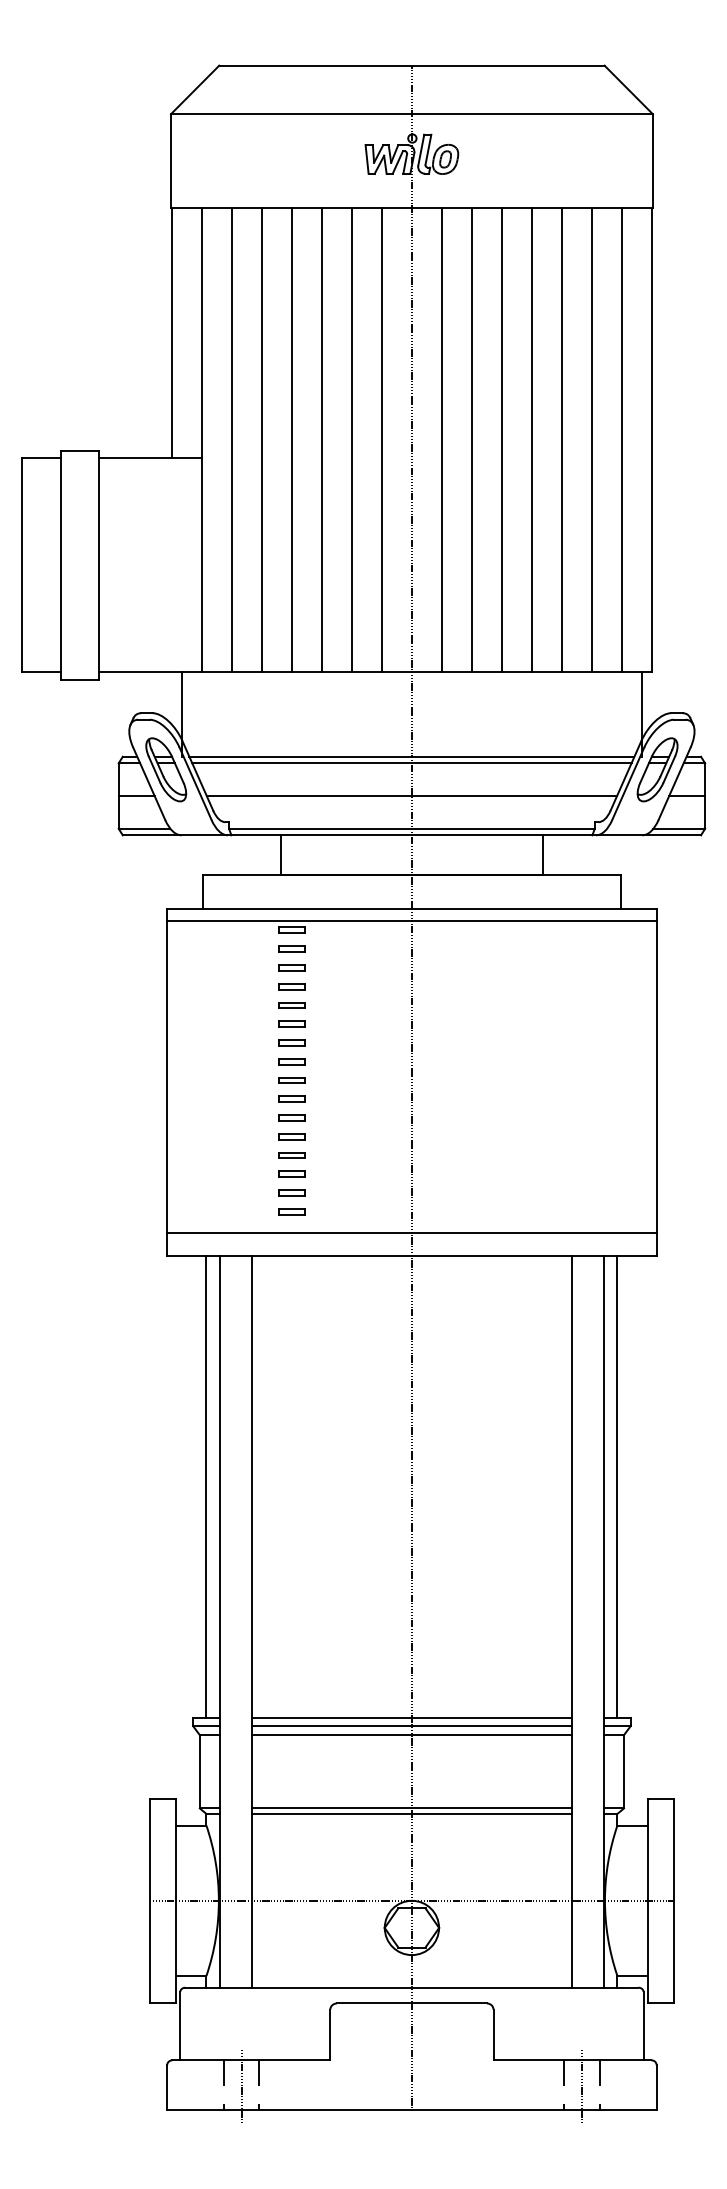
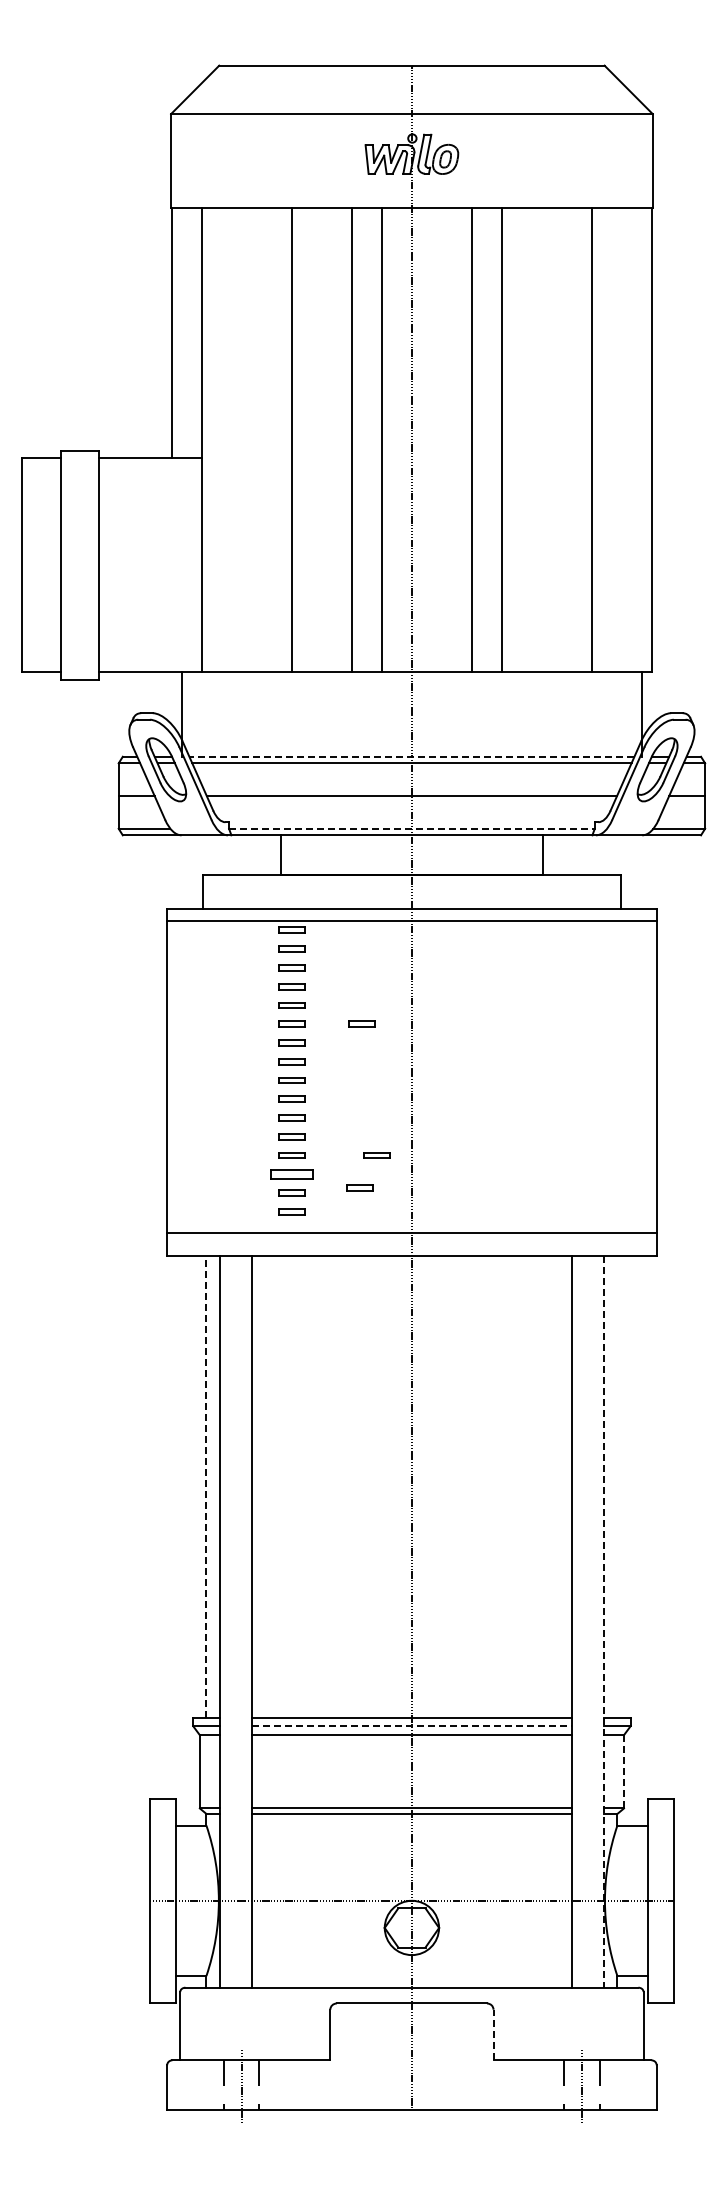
line at (231, 440): present -> none
line at (261, 440): present -> none
line at (321, 440): present -> none
line at (441, 440): present -> none
line at (531, 440): present -> none
line at (561, 440): present -> none
line at (622, 440): present -> none
line at (411, 756): solid -> dashed
line at (411, 828): solid -> dashed
part at (361, 1023): none -> present
part at (376, 1155): none -> present
part at (291, 1173) size: 28x8 px -> 44x11 px
part at (359, 1187): none -> present
line at (206, 1486): solid -> dashed
line at (617, 1486): present -> none
line at (603, 1621): solid -> dashed
line at (412, 1726): solid -> dashed
line at (623, 1771): solid -> dashed
line at (493, 2034): solid -> dashed
